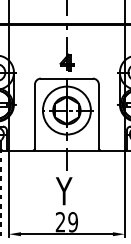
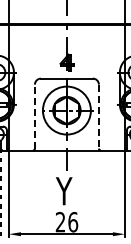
line at (34, 116): solid -> dashed
line at (98, 116): solid -> dashed
text at (73, 221): 29 -> 26
